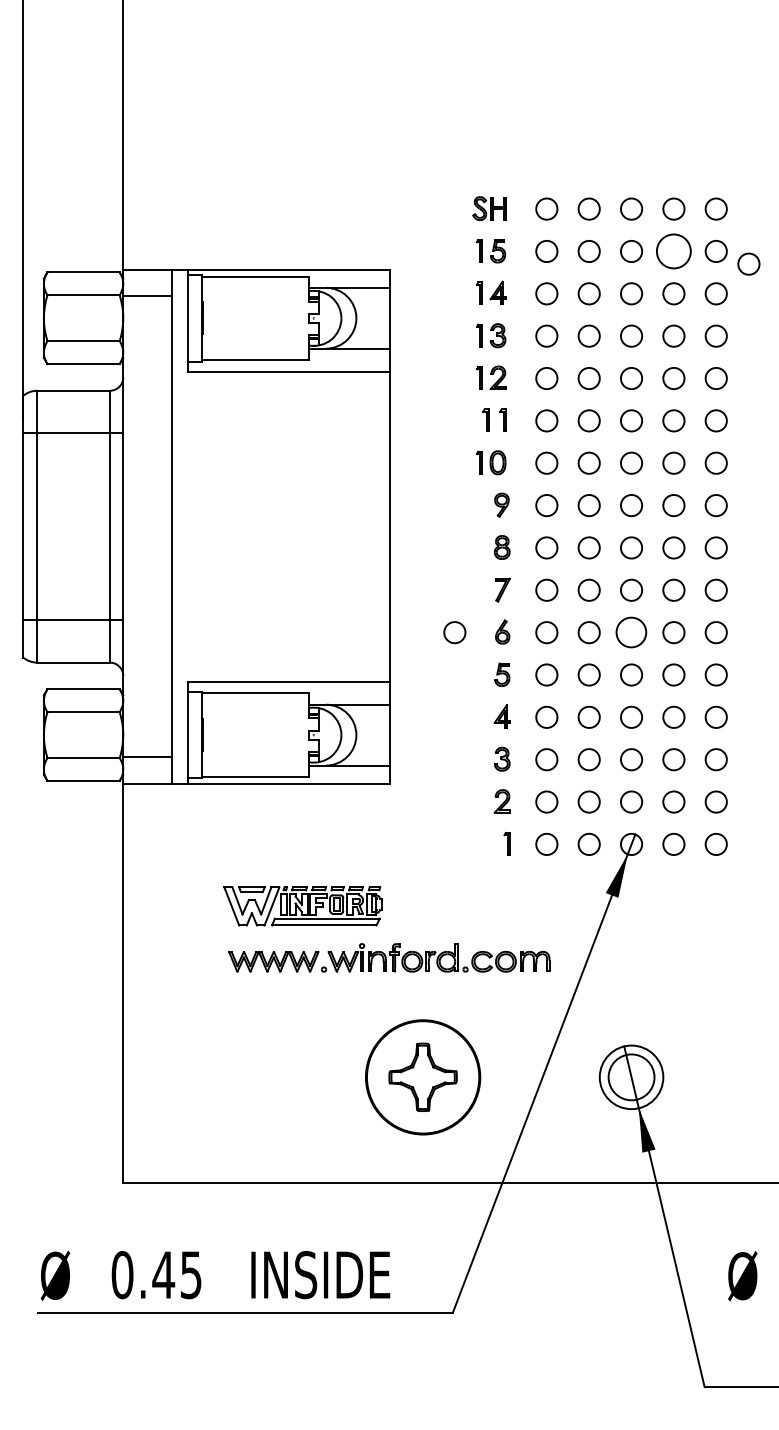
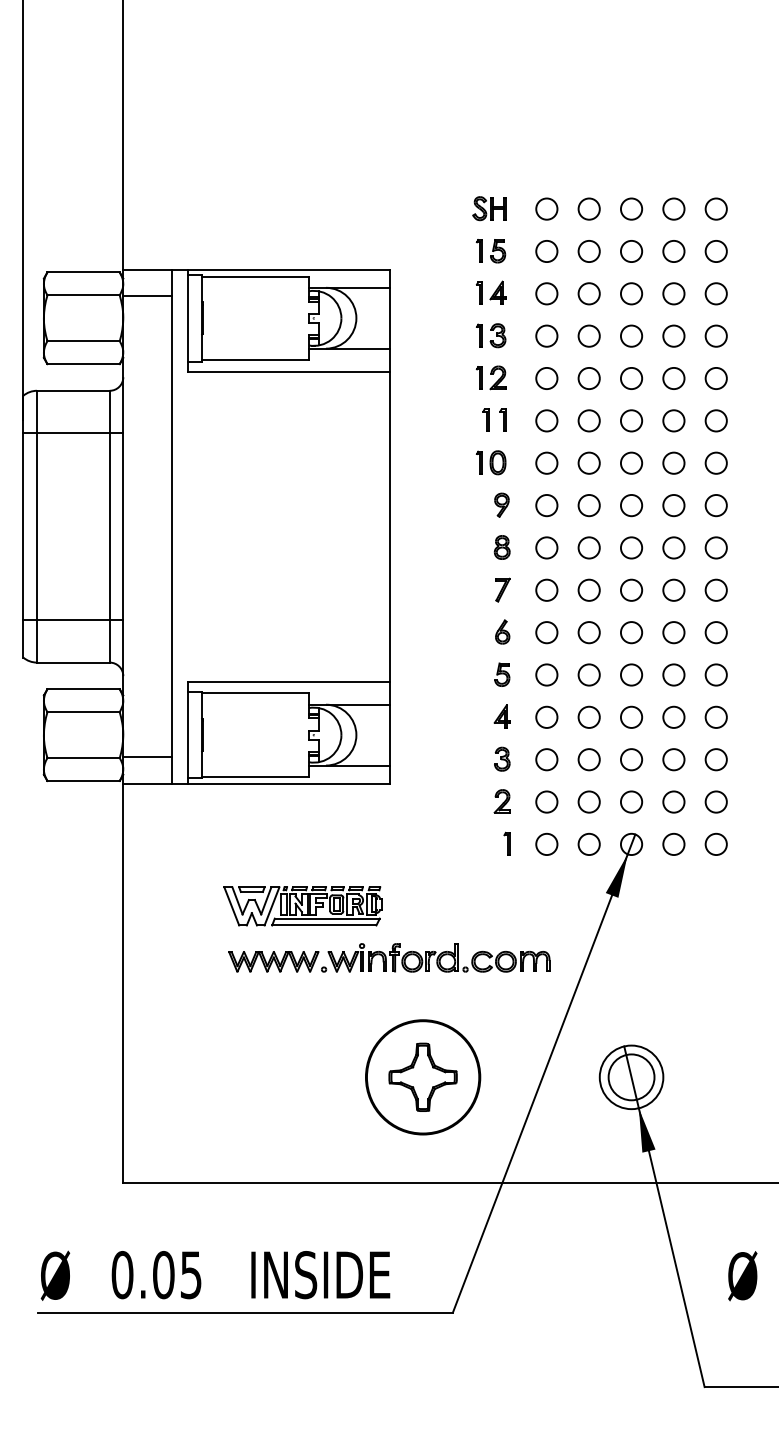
circle at (673, 251) size: 36x37 px -> 24x23 px
circle at (748, 263): present -> none
circle at (454, 632): present -> none
circle at (631, 632) size: 33x33 px -> 24x24 px
text at (163, 1275): 0.45 -> 0.05
